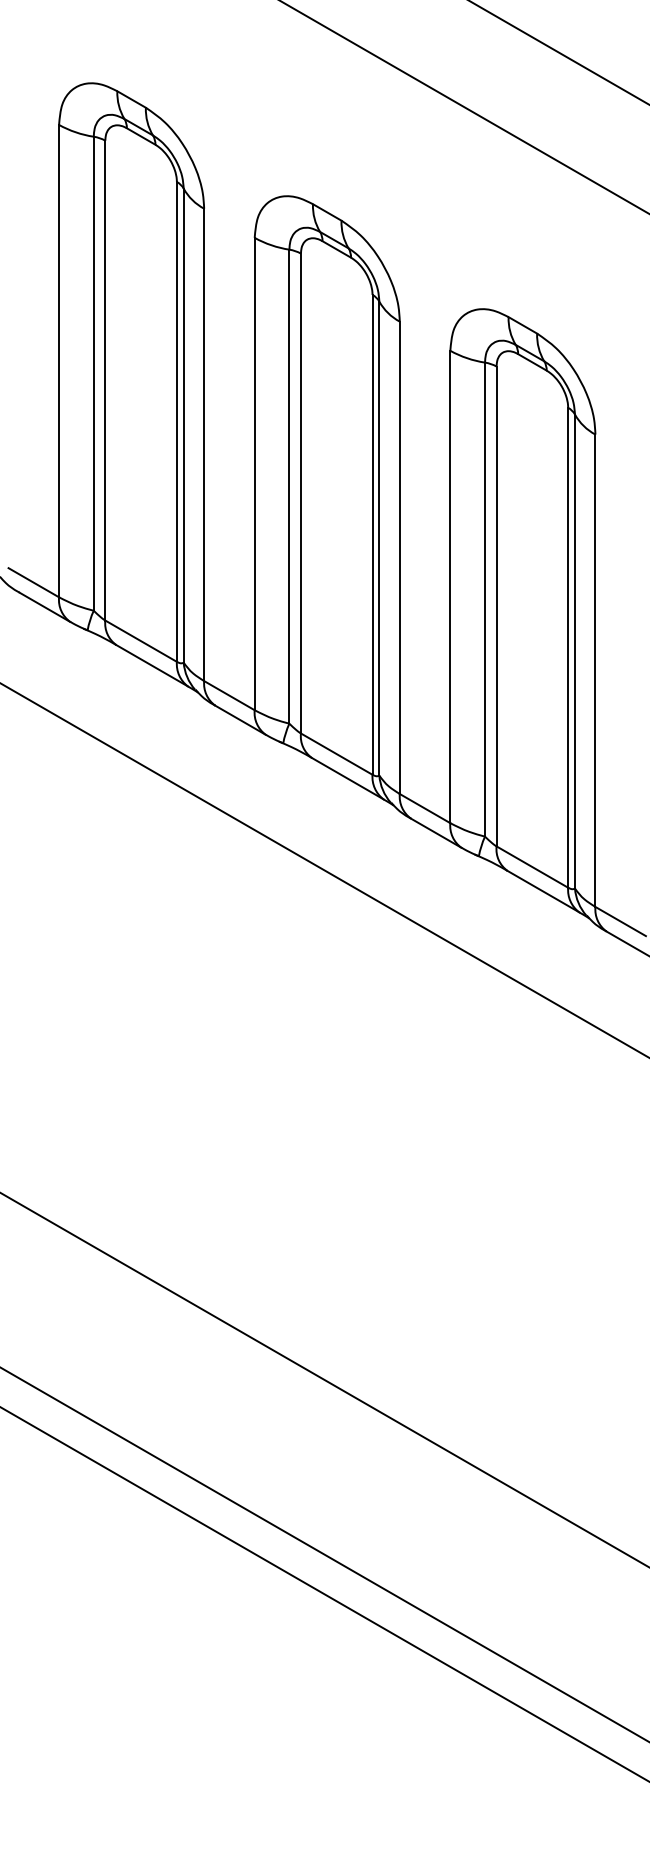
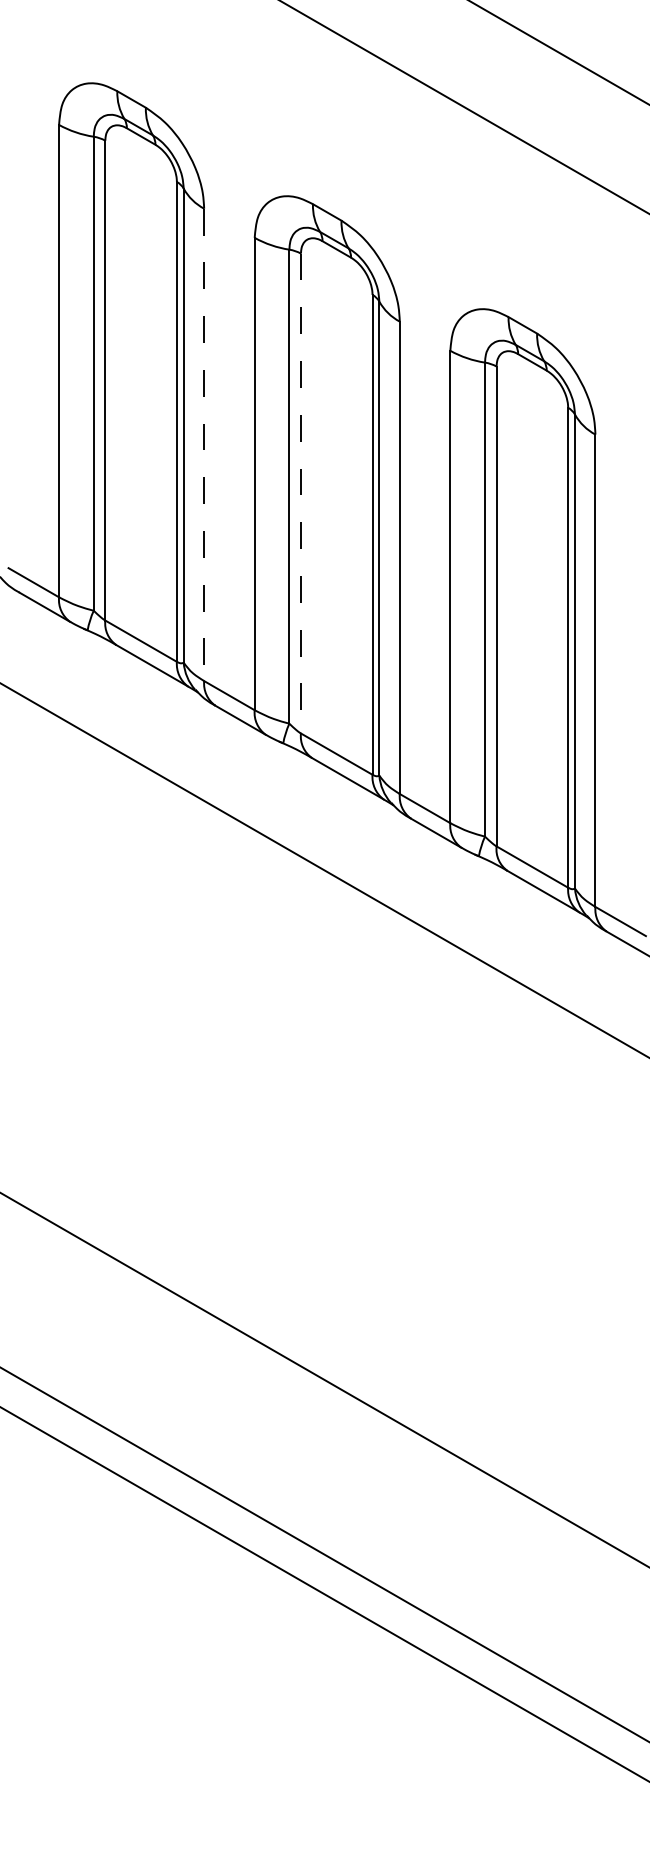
line at (204, 445): solid -> dashed
line at (300, 493): solid -> dashed
